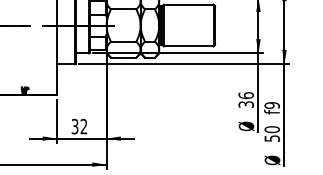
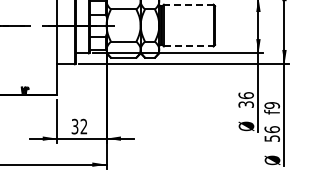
line at (188, 4): solid -> dashed
line at (188, 46): solid -> dashed
text at (271, 129): 50 -> 56
